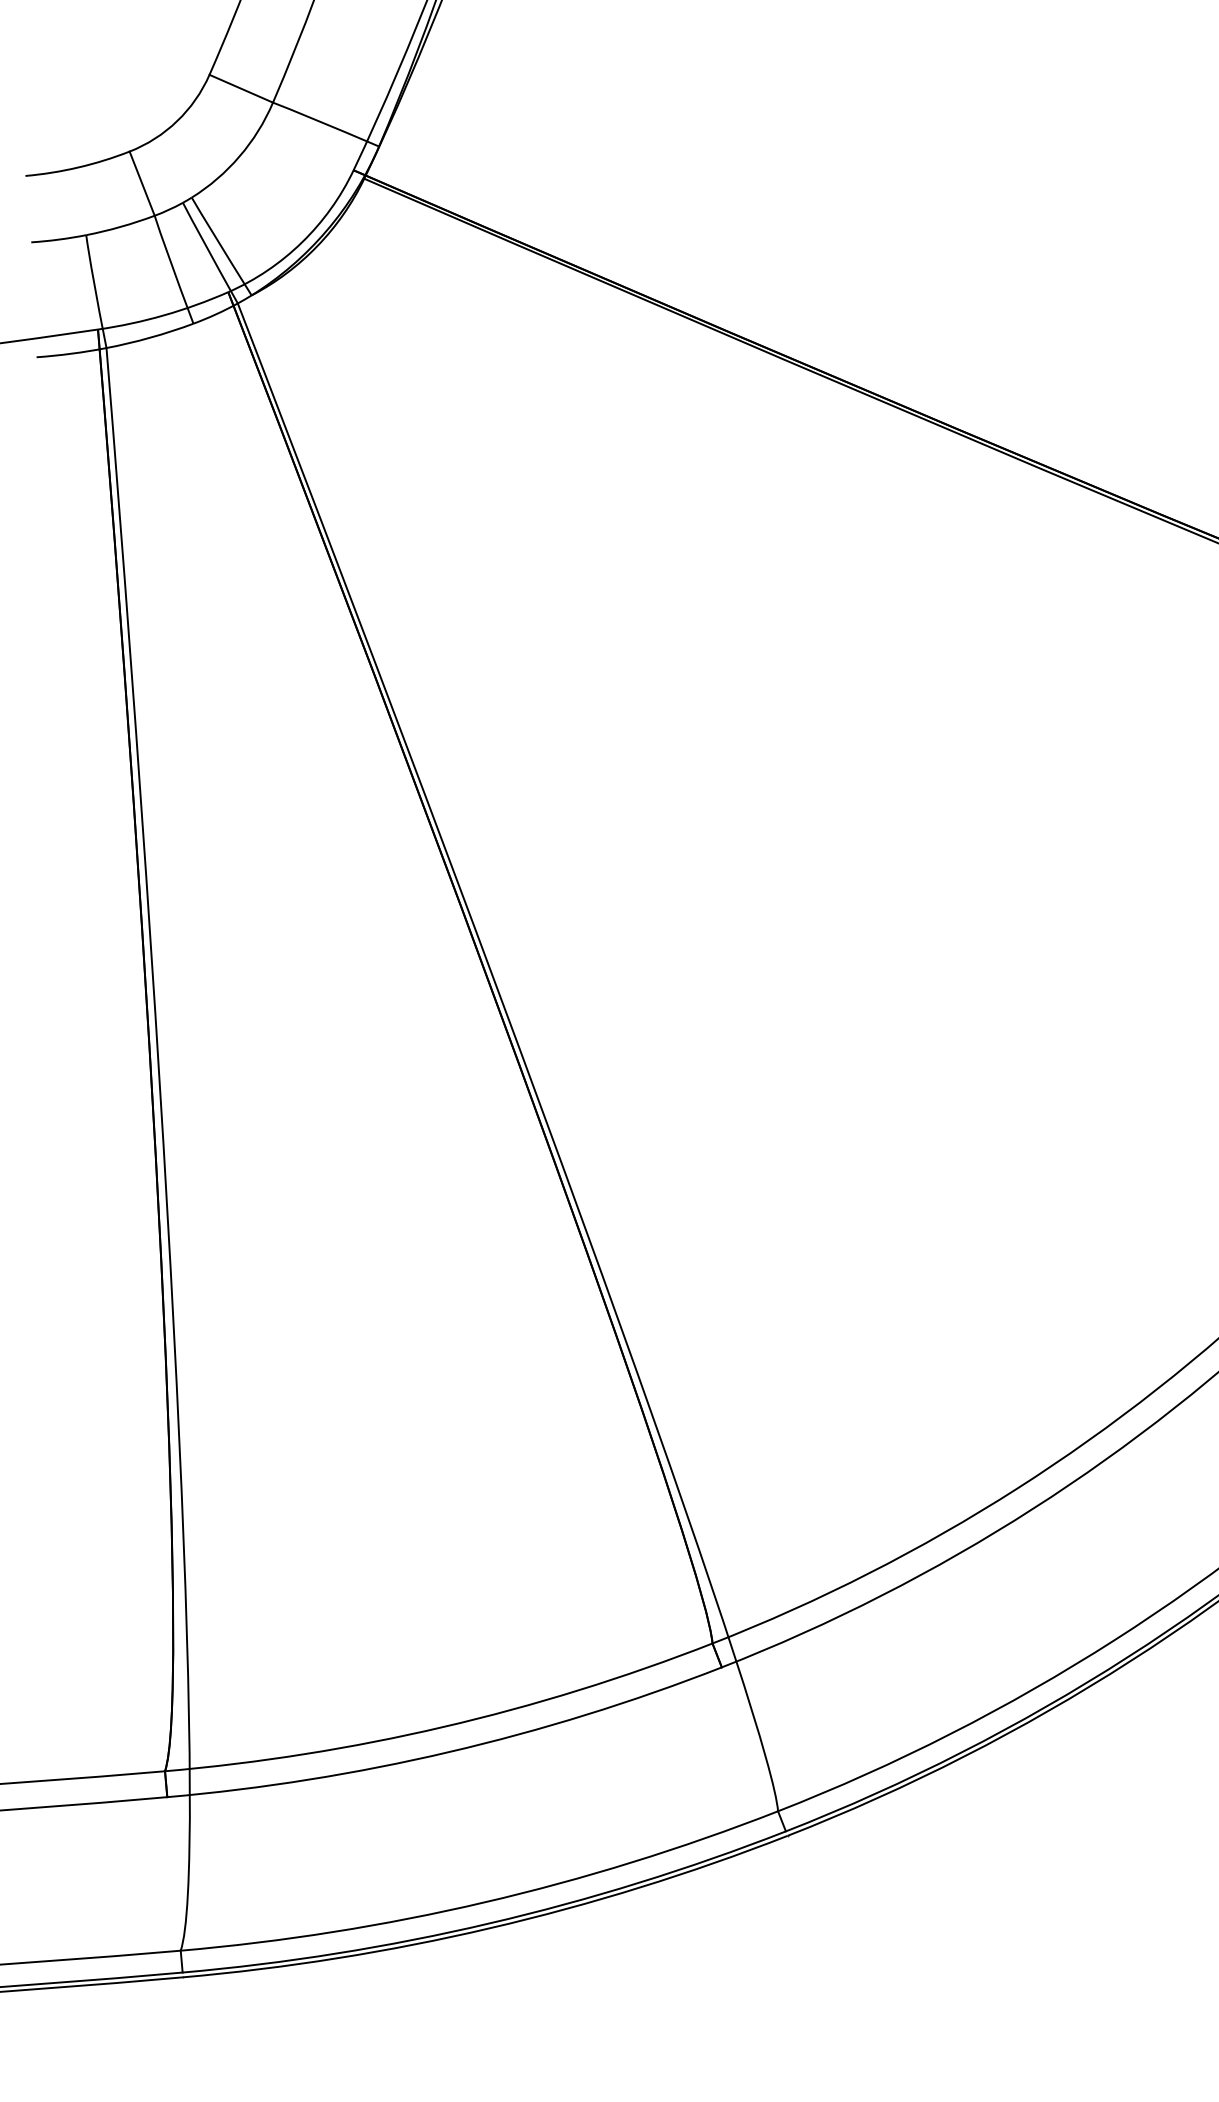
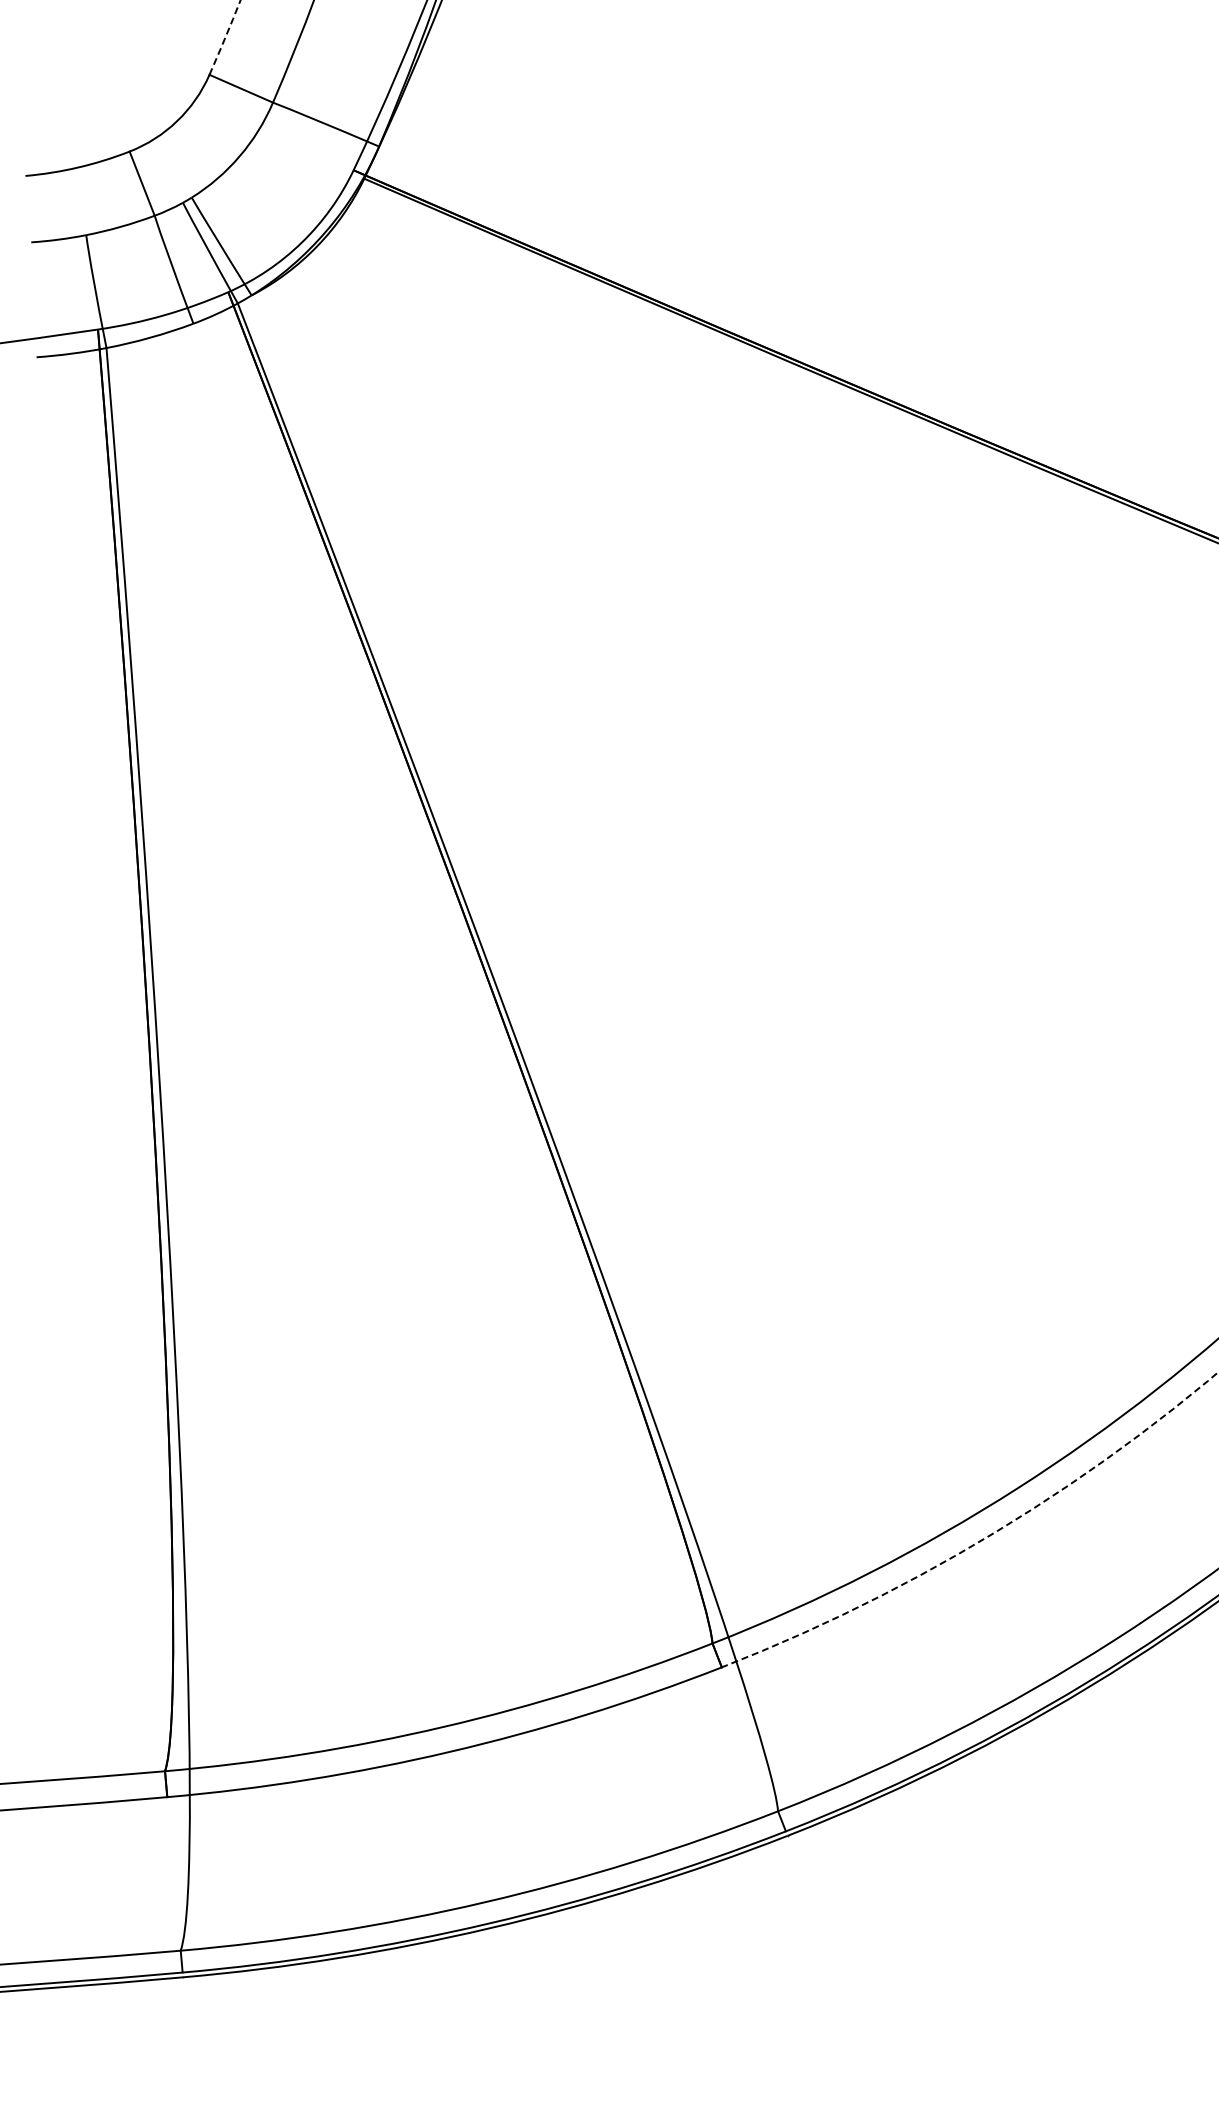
arc at (225, 37): solid -> dashed
arc at (980, 1541): solid -> dashed
